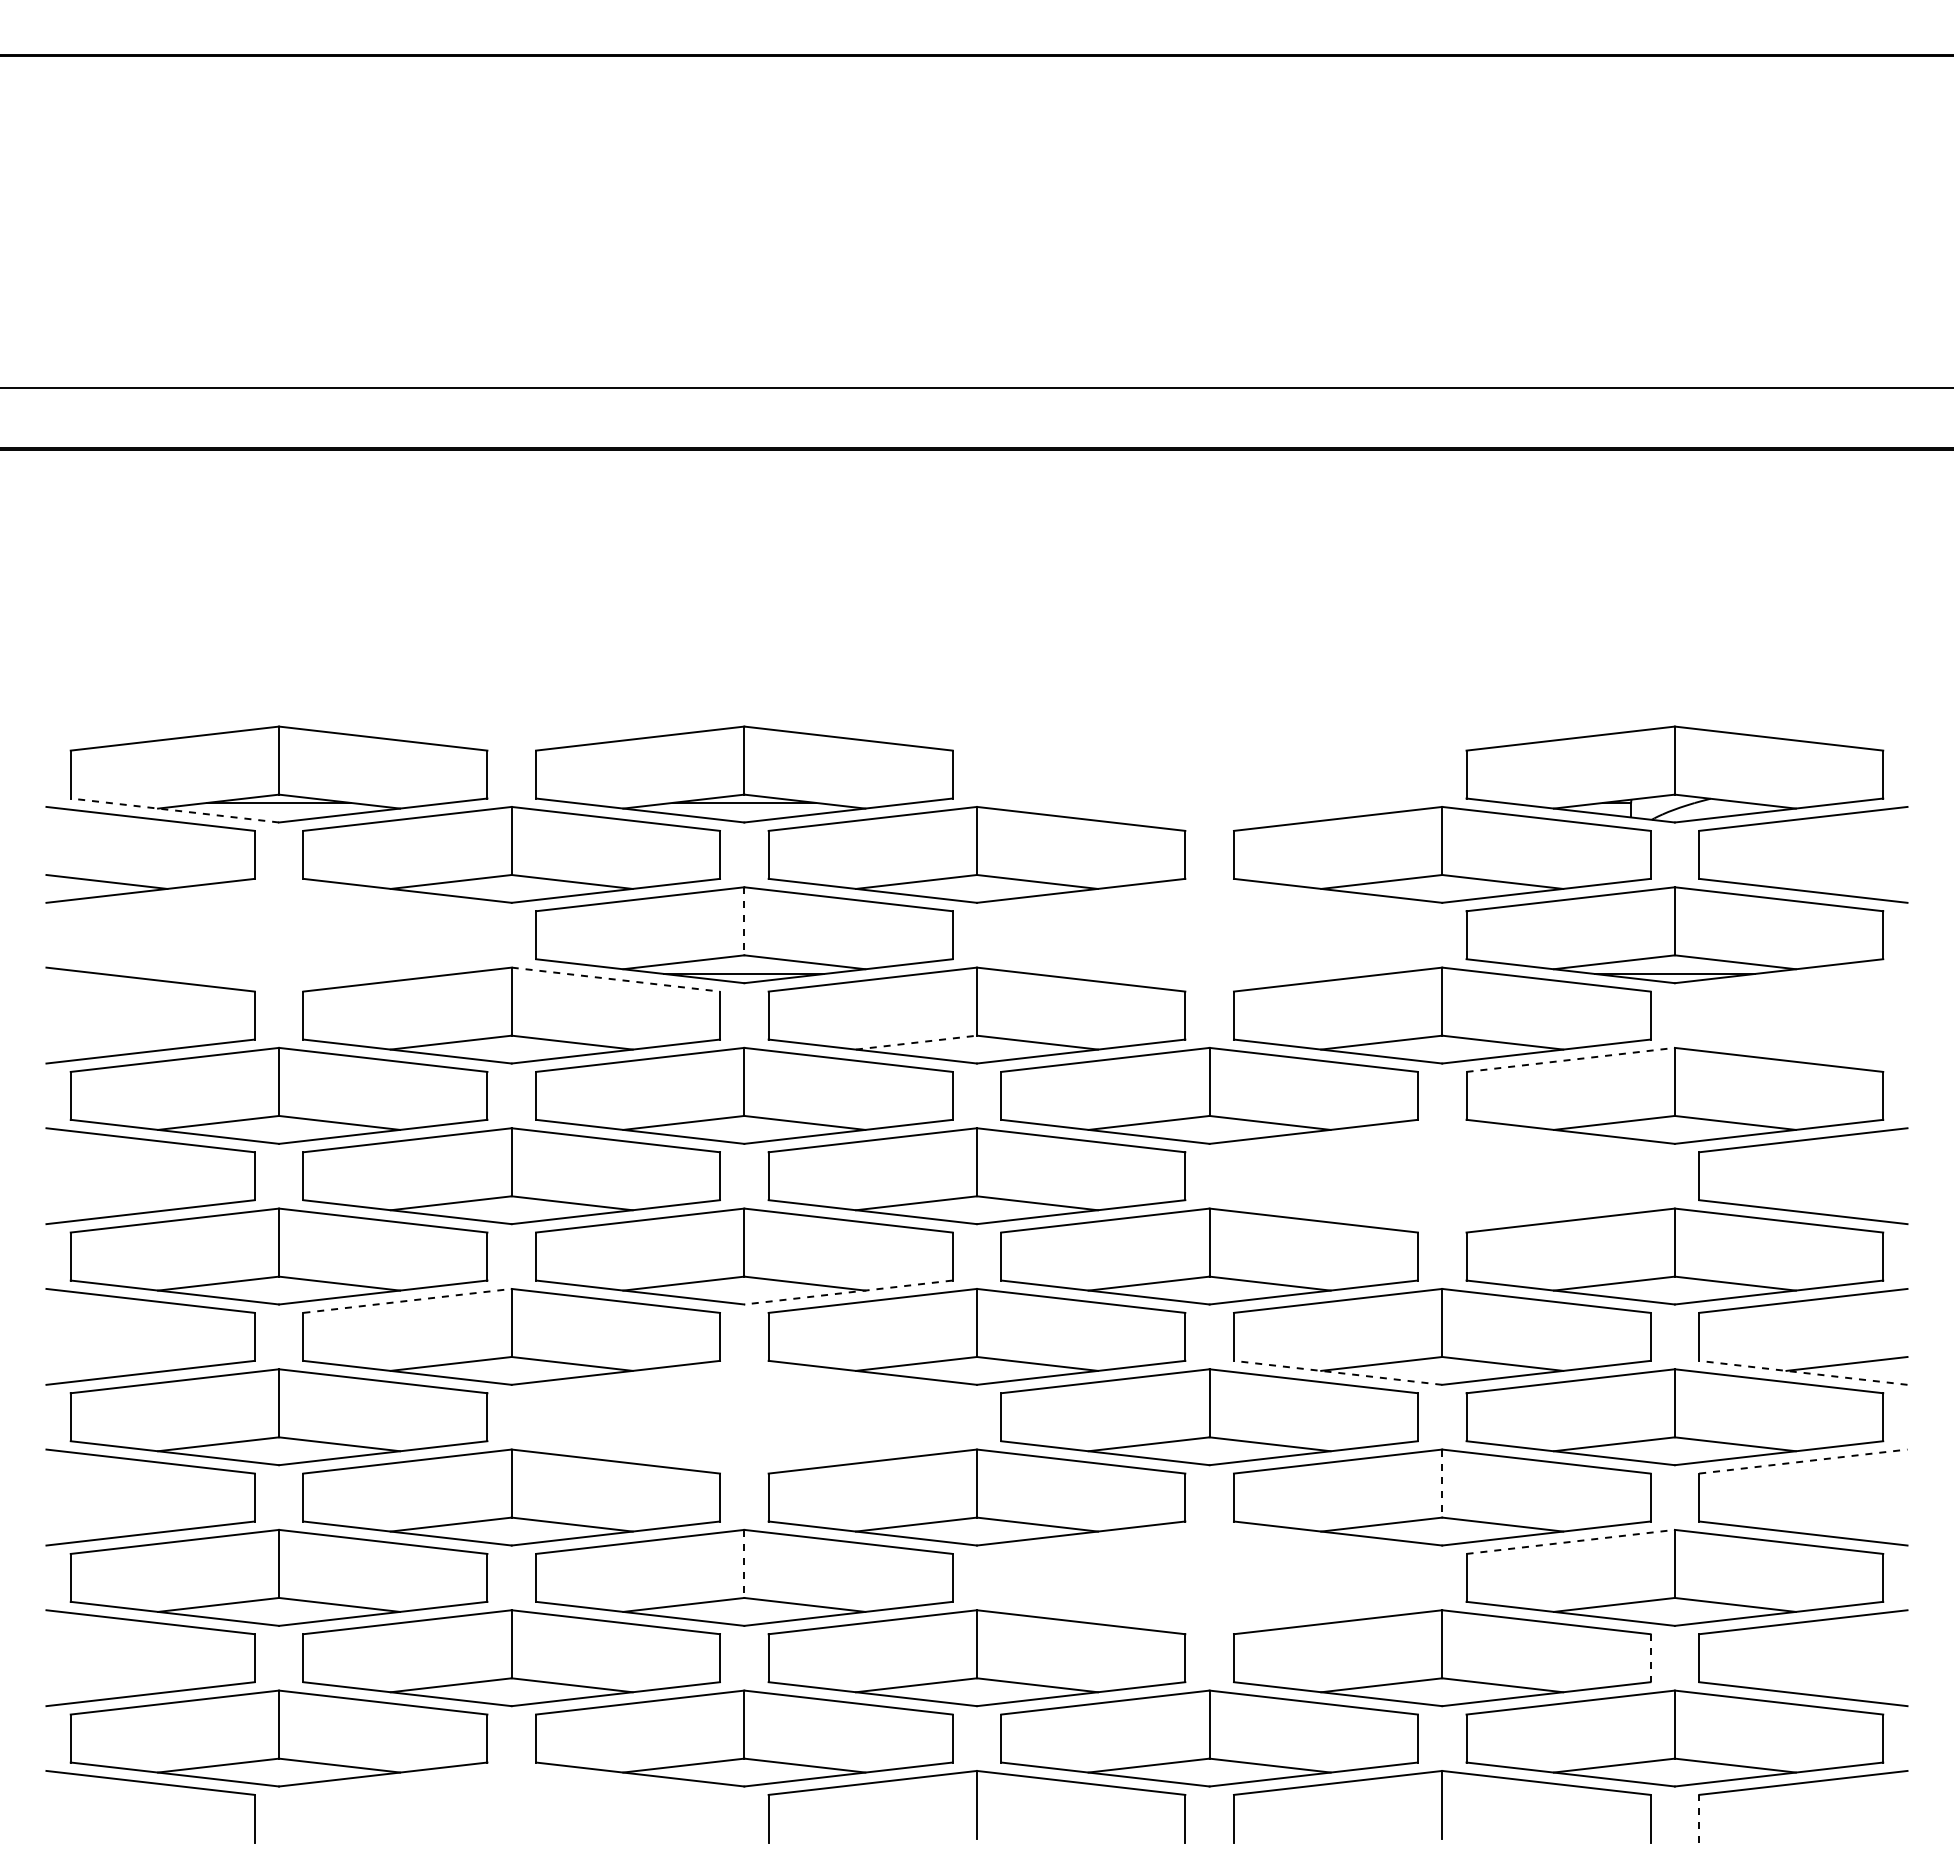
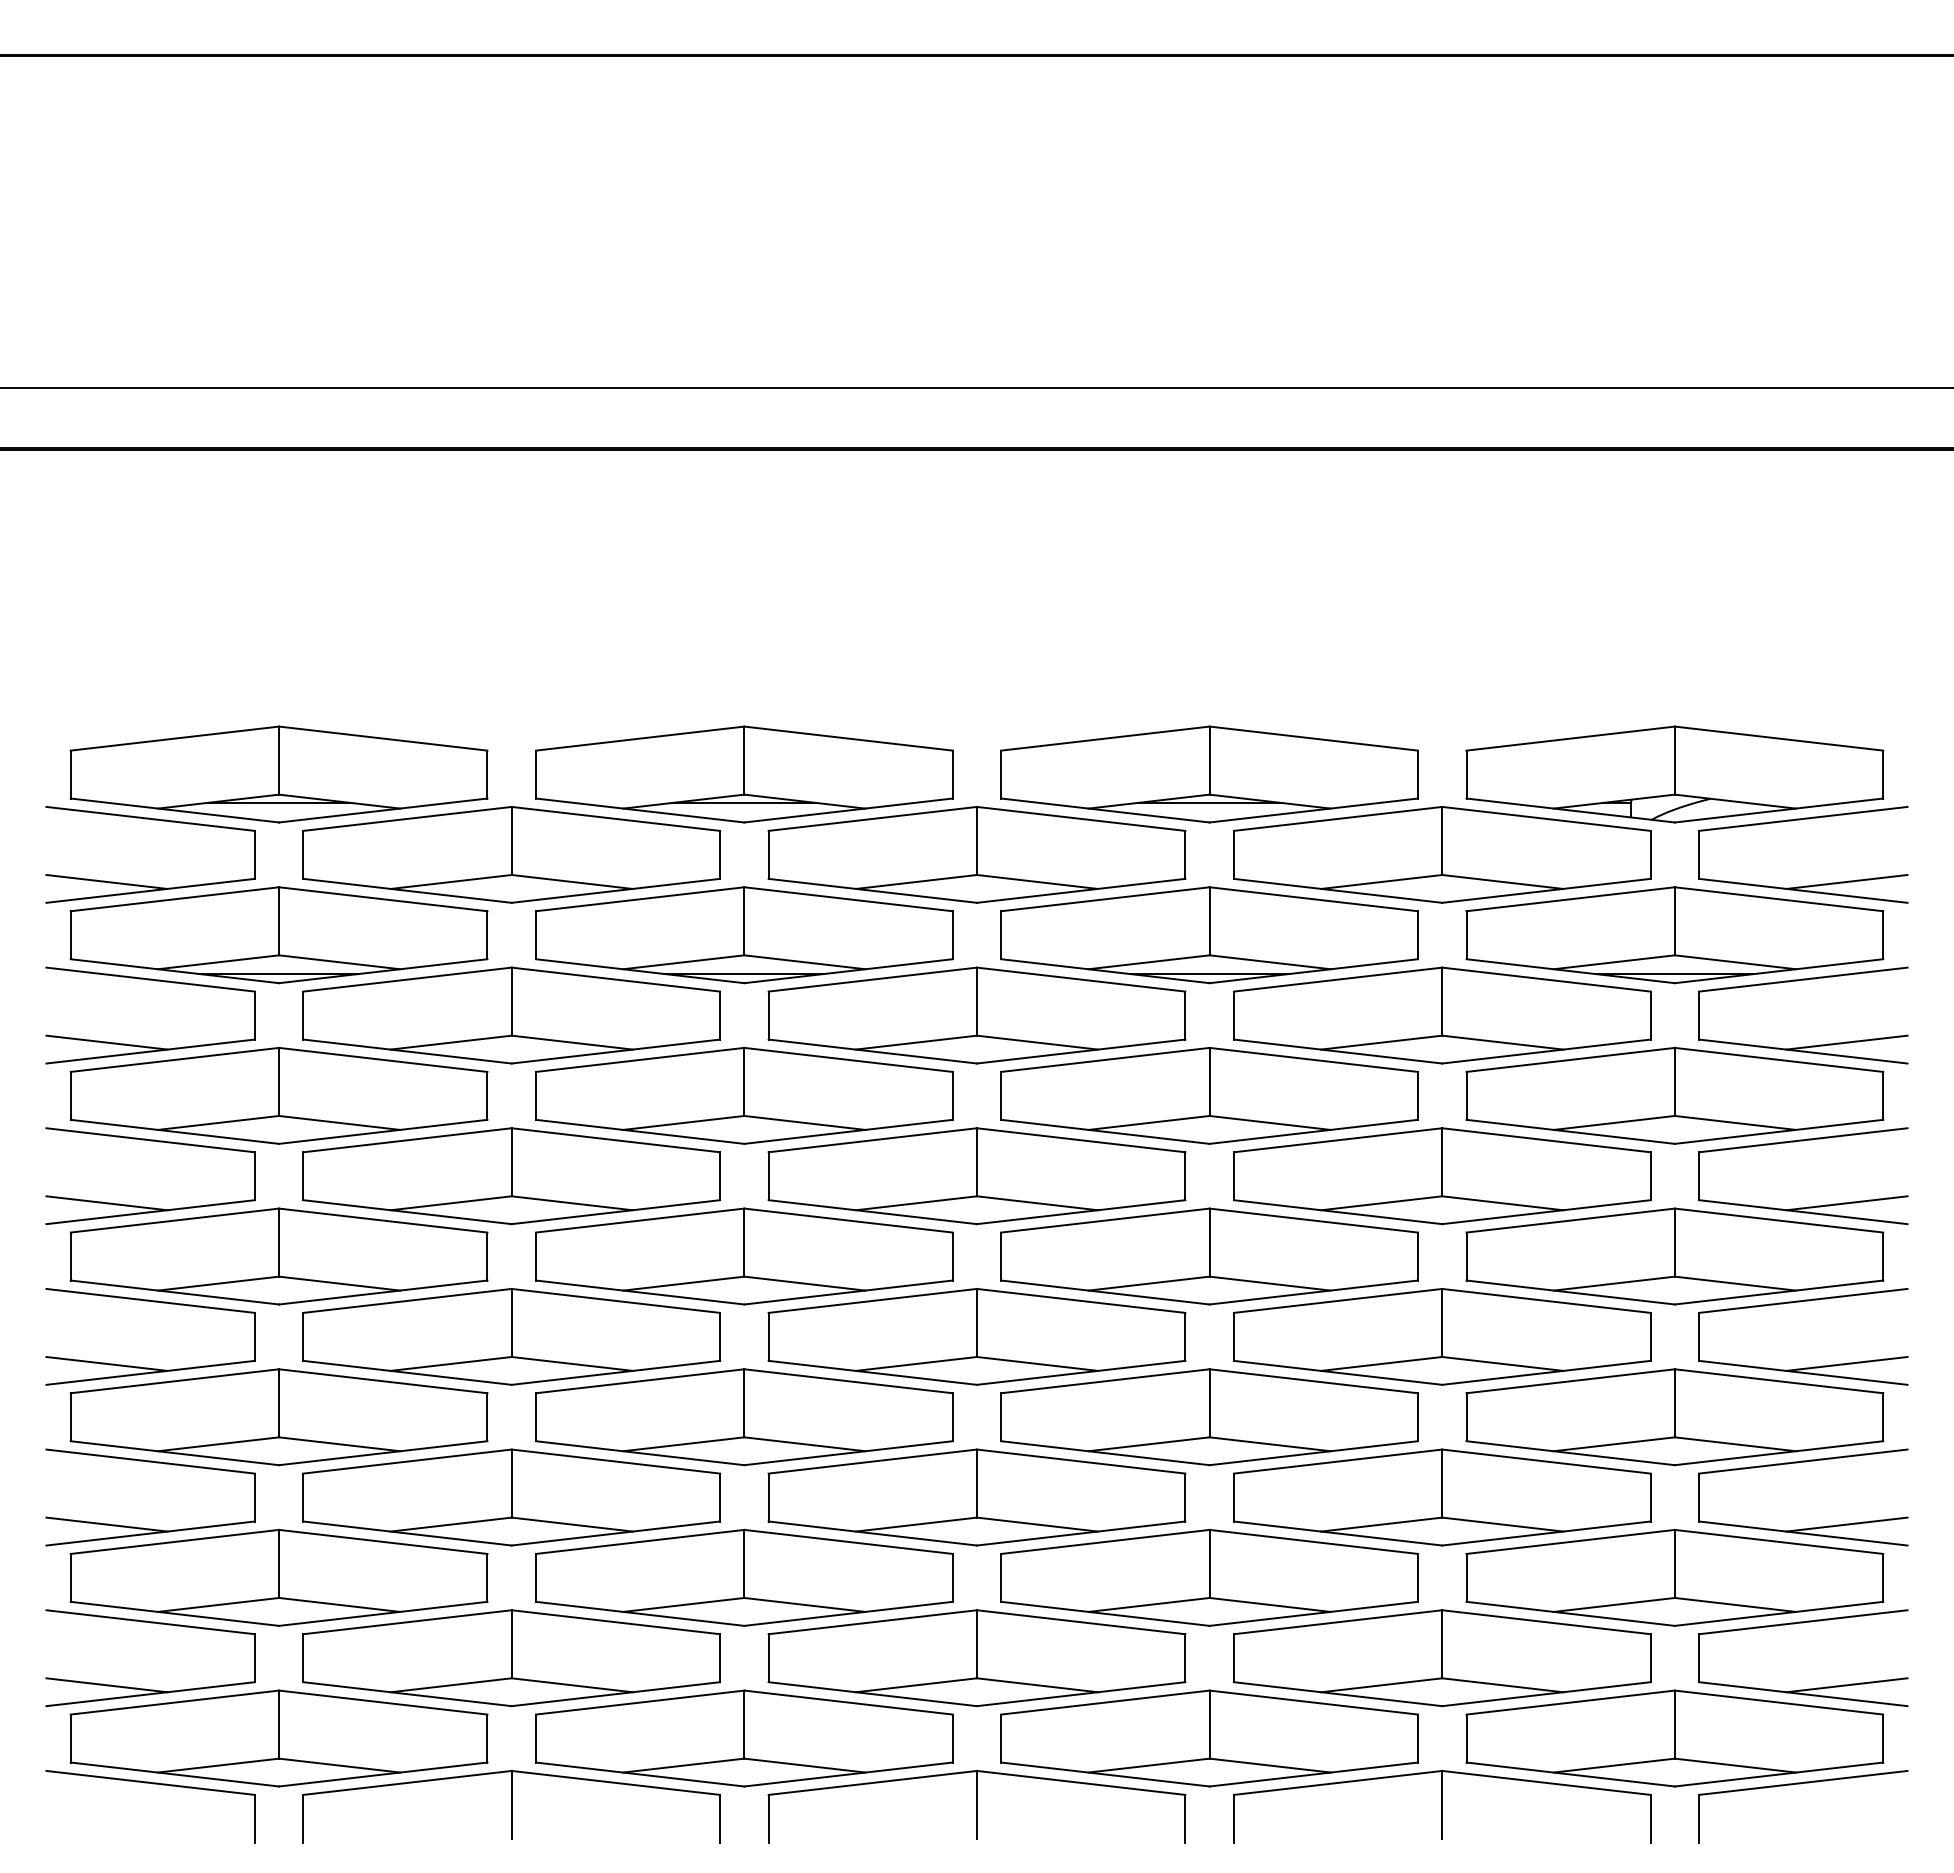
part at (1209, 774): none -> present
line at (174, 810): dashed -> solid
line at (1846, 881): none -> present
line at (744, 921): dashed -> solid
part at (278, 935): none -> present
part at (1209, 935): none -> present
line at (615, 979): dashed -> solid
line at (106, 1042): none -> present
line at (916, 1042): dashed -> solid
part at (1810, 1045): none -> present
line at (1570, 1059): dashed -> solid
part at (1442, 1176): none -> present
line at (106, 1203): none -> present
line at (1846, 1203): none -> present
line at (848, 1292): dashed -> solid
line at (407, 1300): dashed -> solid
line at (106, 1363): none -> present
line at (1338, 1372): dashed -> solid
line at (1803, 1372): dashed -> solid
part at (744, 1417): none -> present
line at (1803, 1461): dashed -> solid
line at (1442, 1484): dashed -> solid
line at (106, 1524): none -> present
line at (1846, 1524): none -> present
line at (1570, 1541): dashed -> solid
line at (744, 1564): dashed -> solid
part at (1209, 1577): none -> present
line at (1650, 1658): dashed -> solid
line at (106, 1685): none -> present
line at (1846, 1685): none -> present
part at (511, 1806): none -> present
line at (1699, 1818): dashed -> solid
